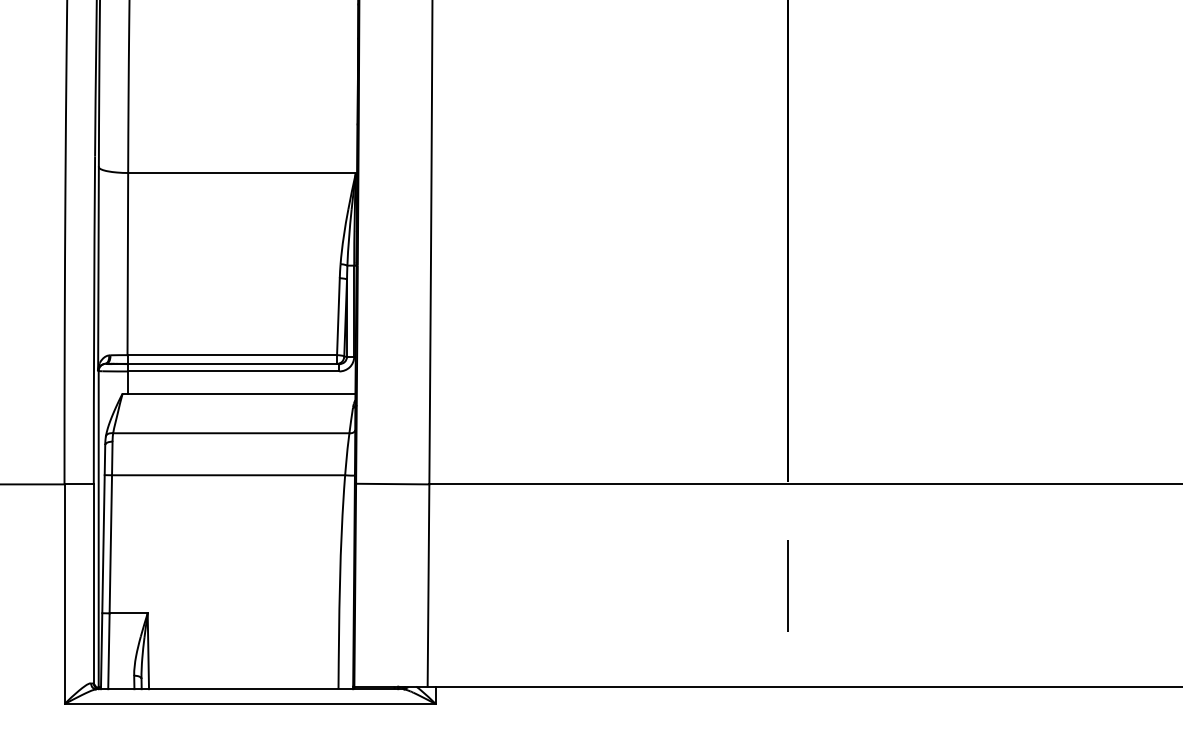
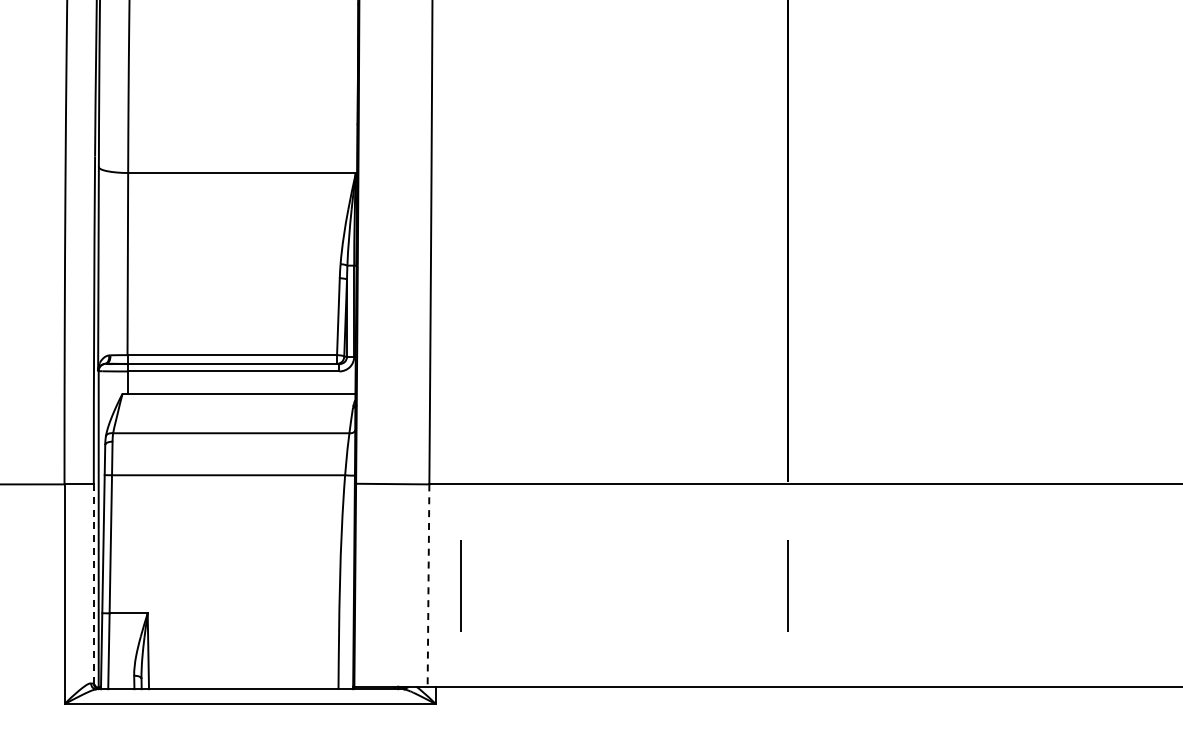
line at (93, 584): solid -> dashed
line at (460, 585): none -> present
line at (428, 586): solid -> dashed
